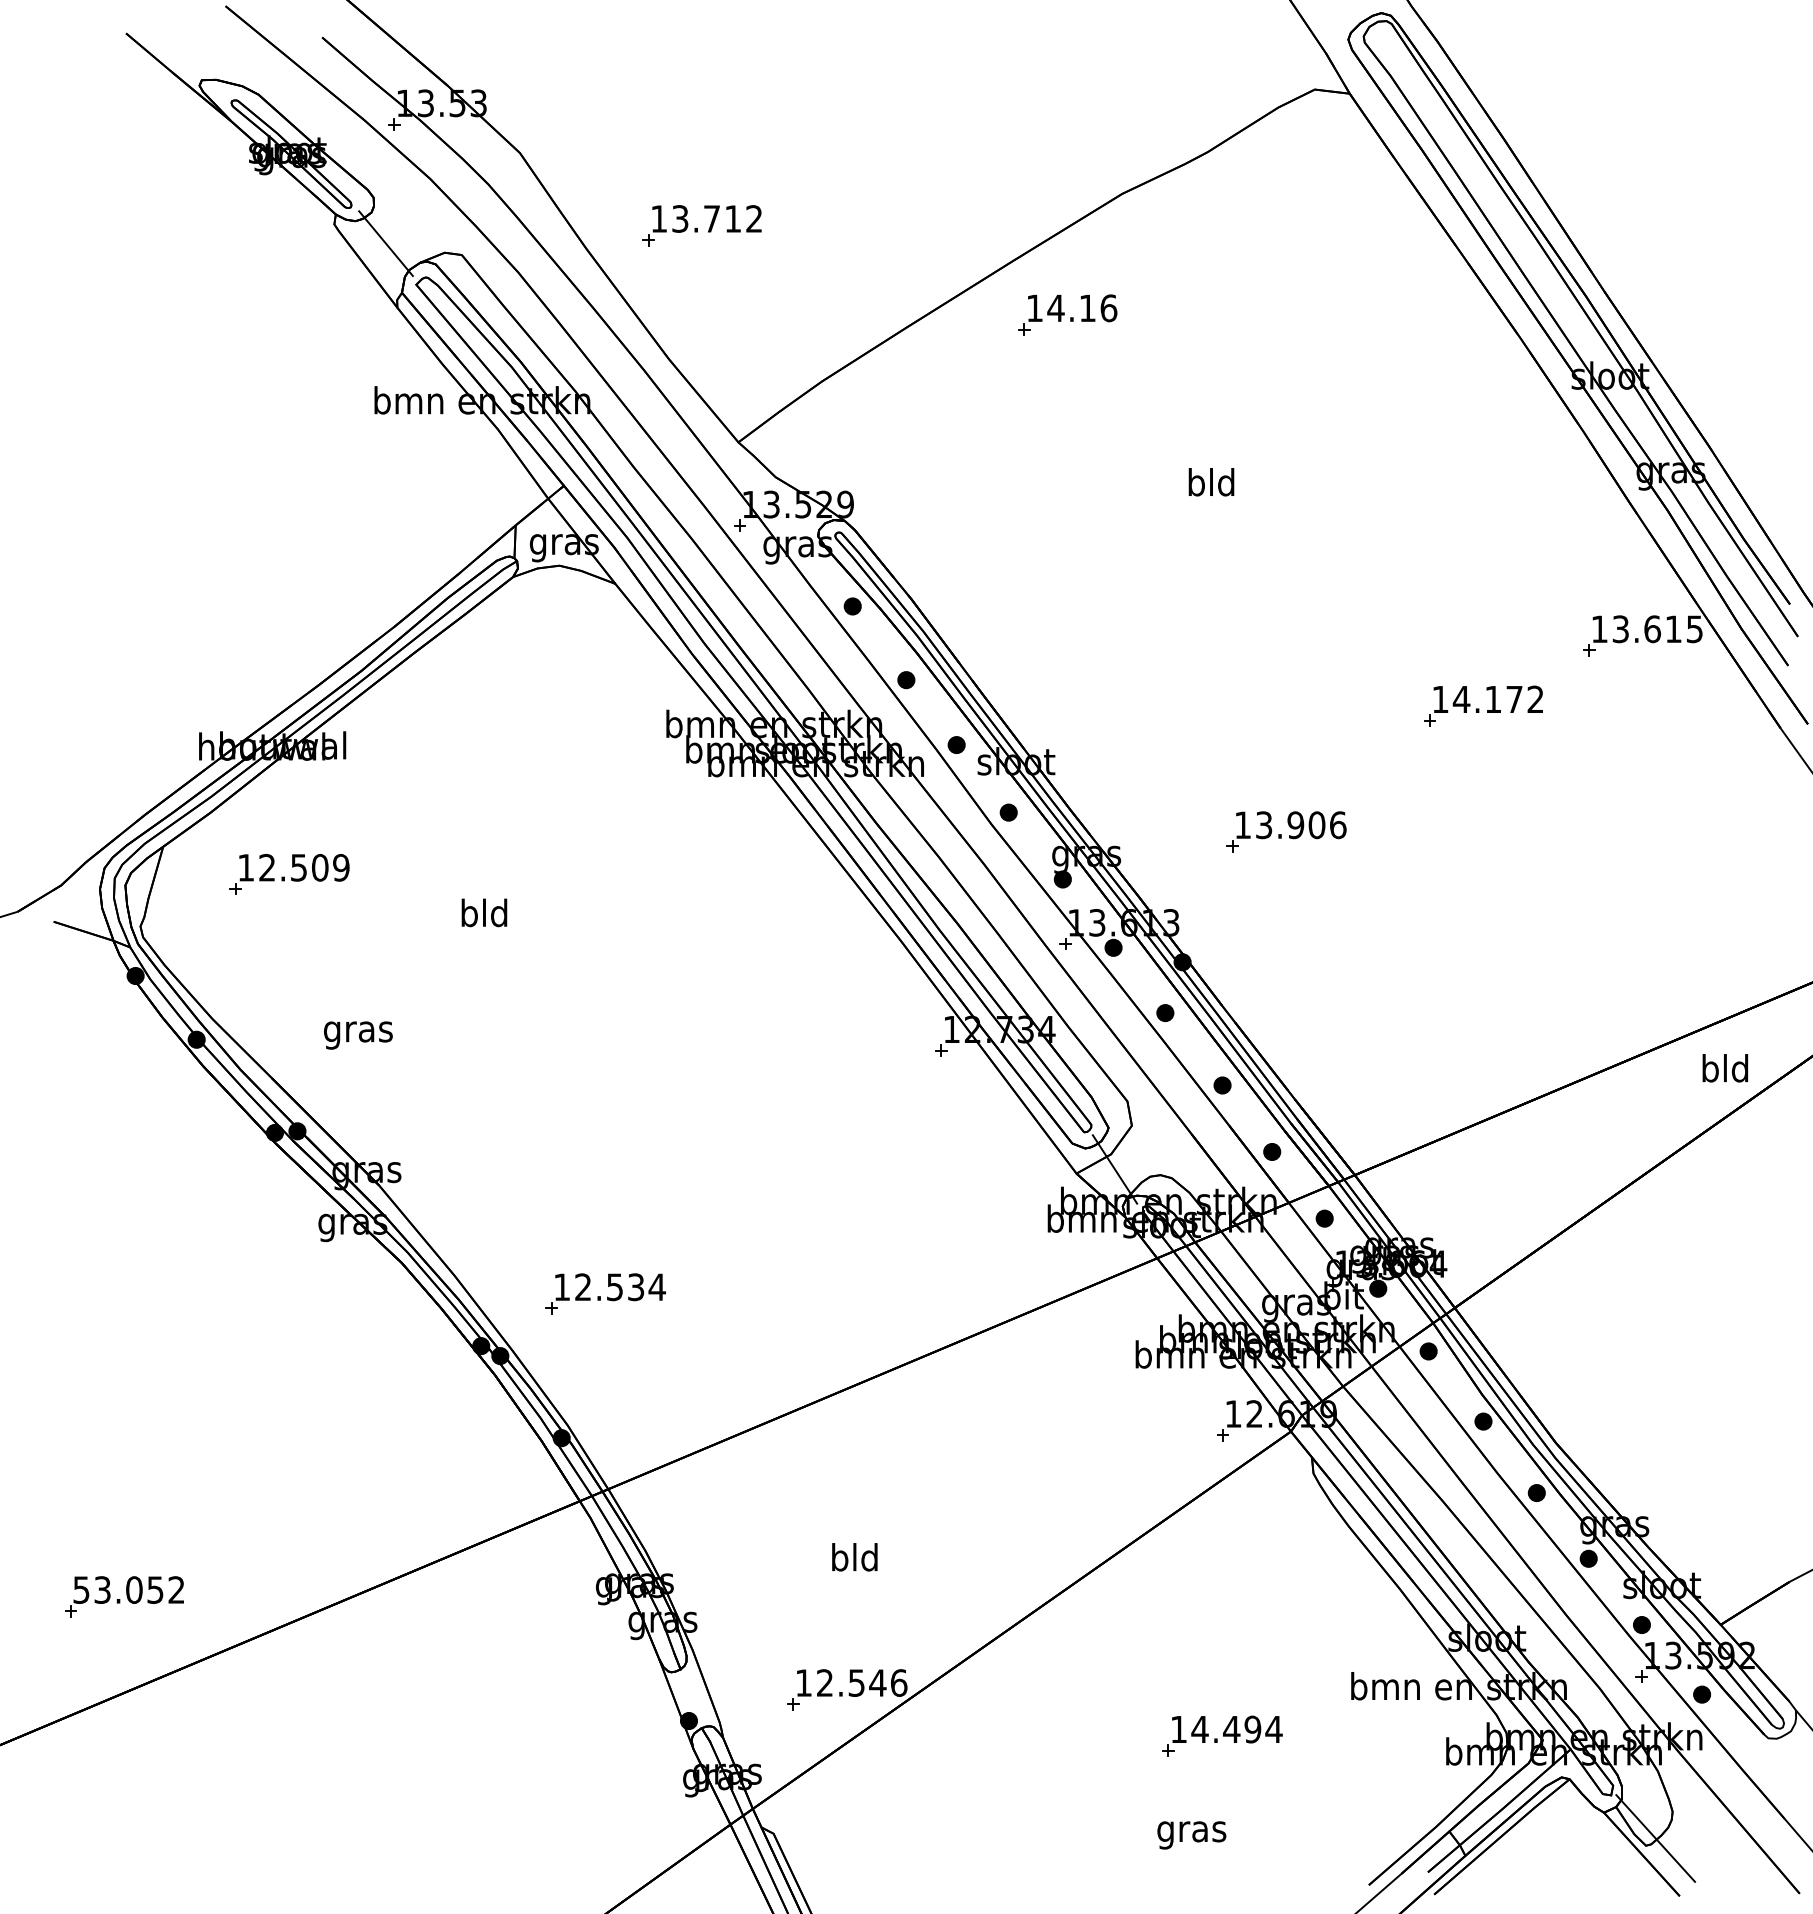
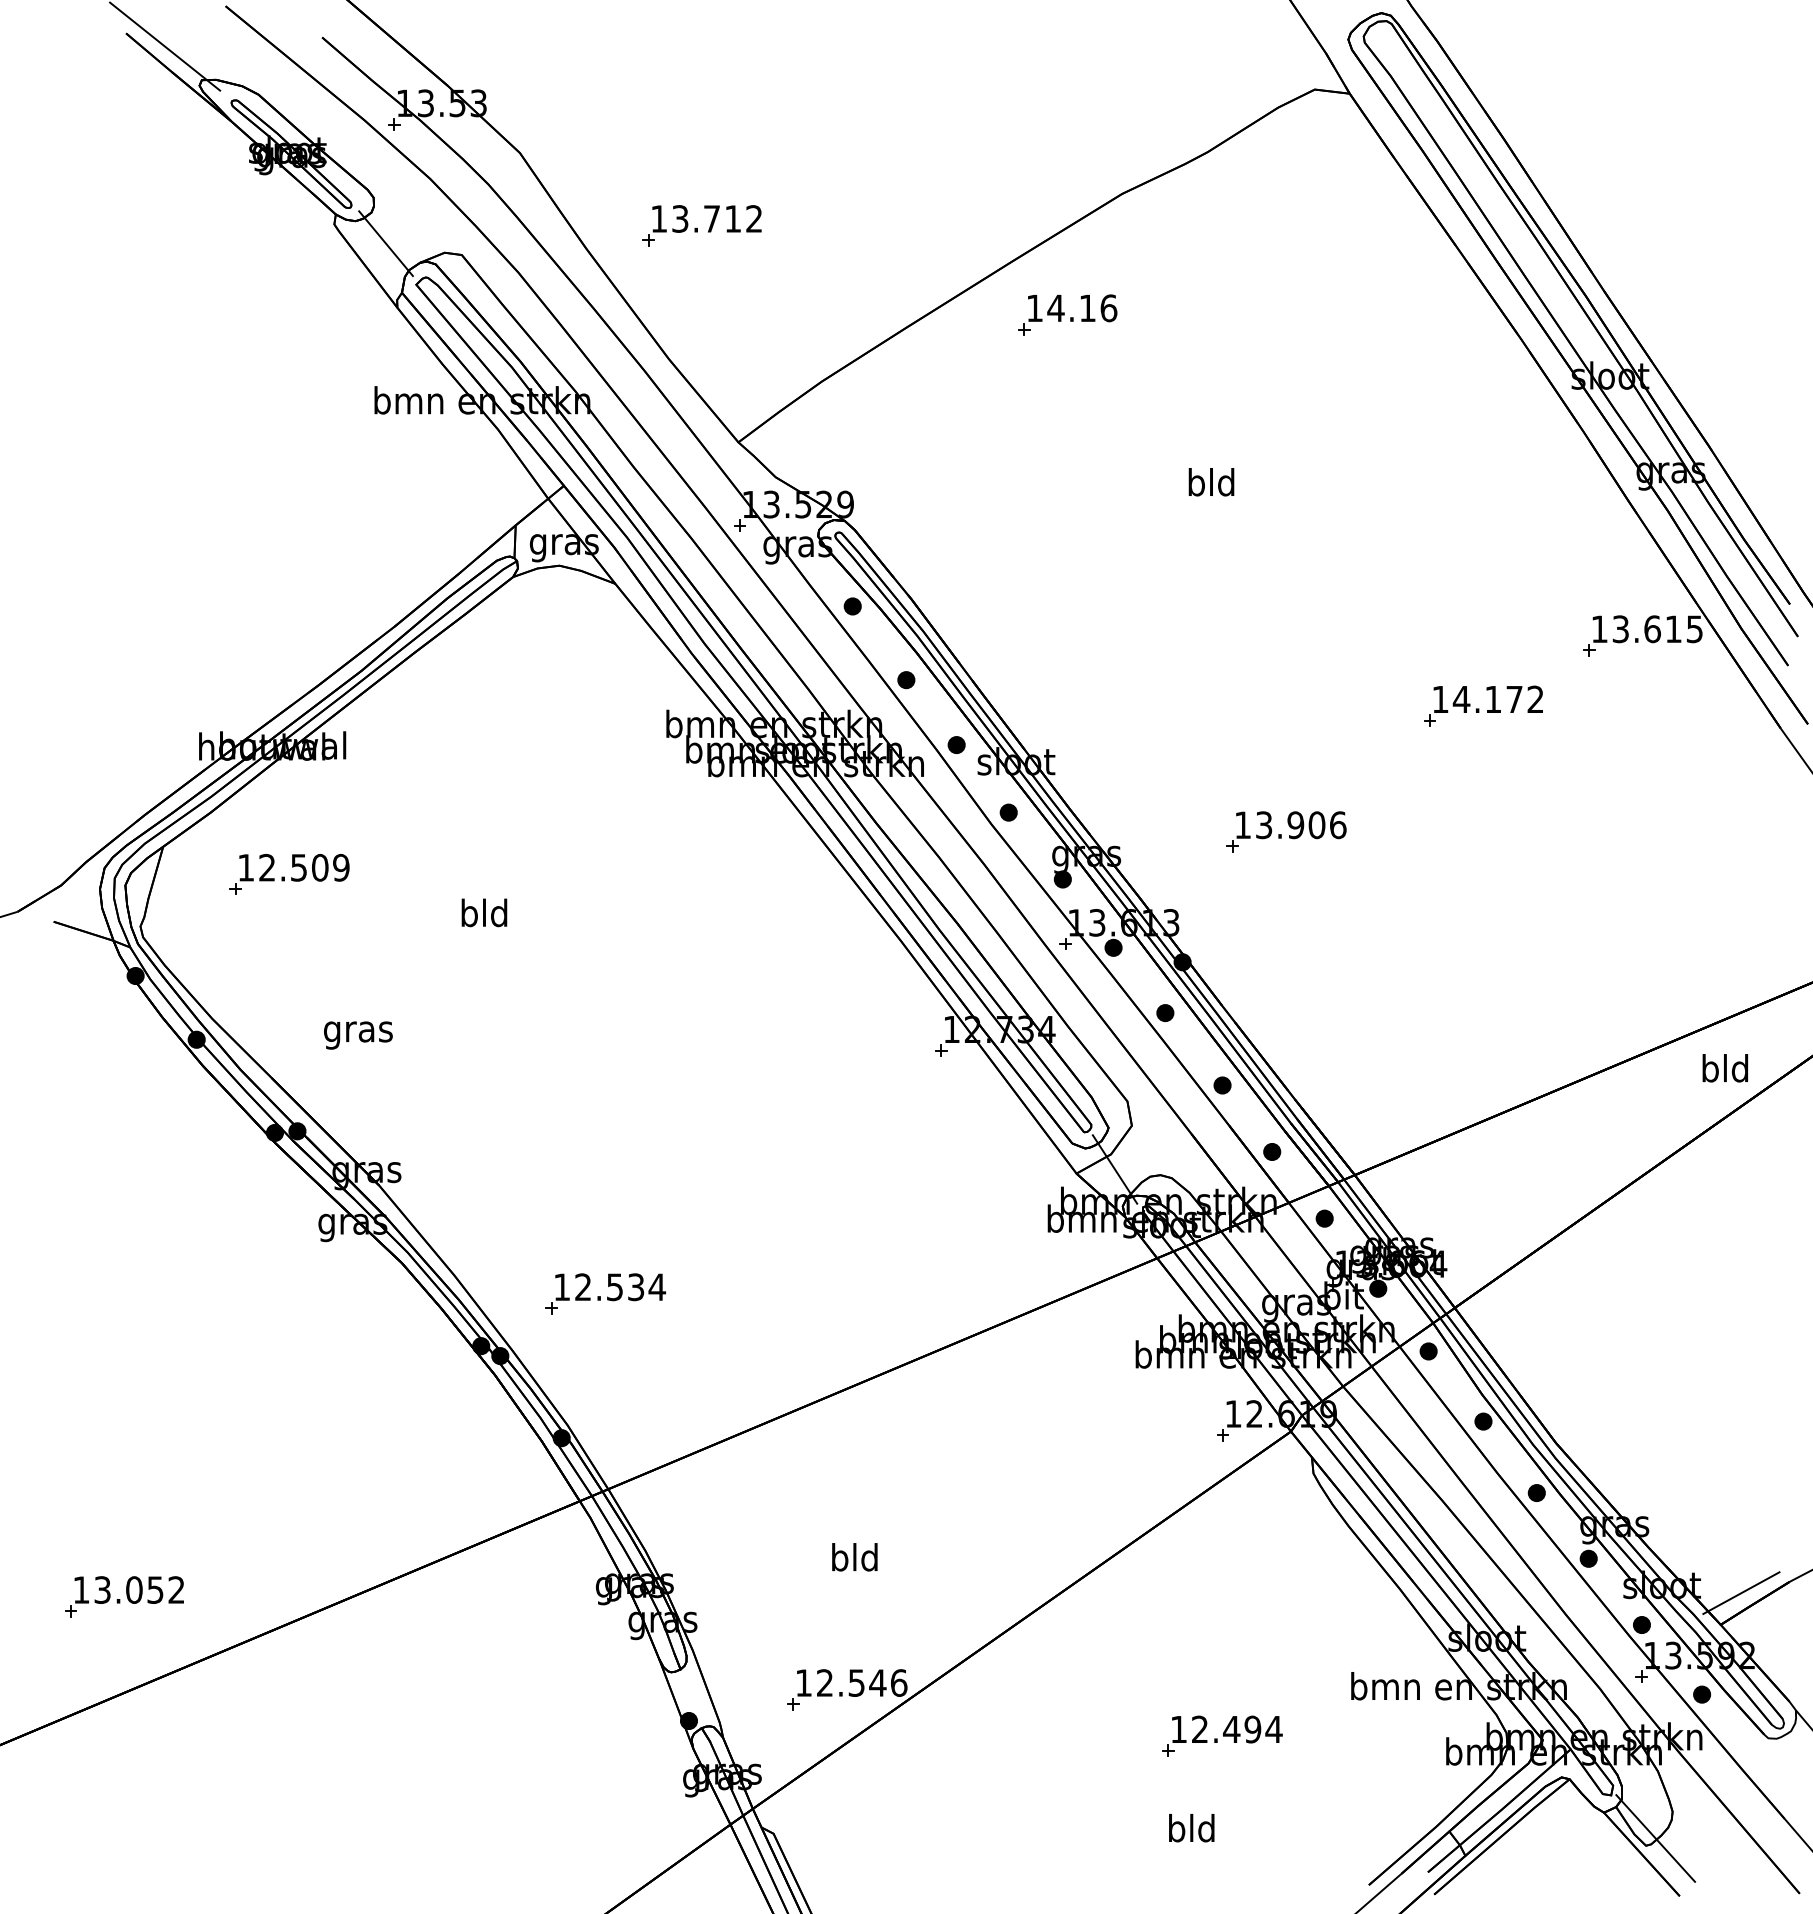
line at (165, 46): none -> present
text at (81, 1589): 53.052 -> 13.052
line at (1741, 1593): none -> present
text at (1199, 1728): 14.494 -> 12.494
text at (1191, 1831): gras -> bld
